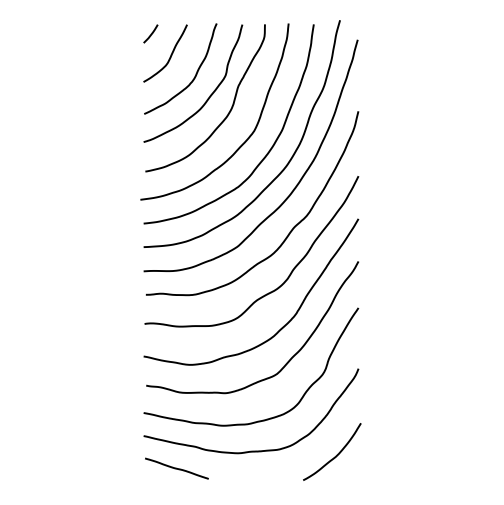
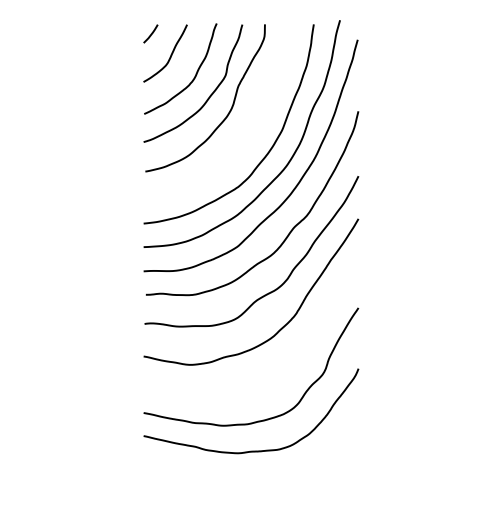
curve at (247, 137): present -> none
curve at (287, 361): present -> none
curve at (336, 454): present -> none
line at (176, 468): present -> none
